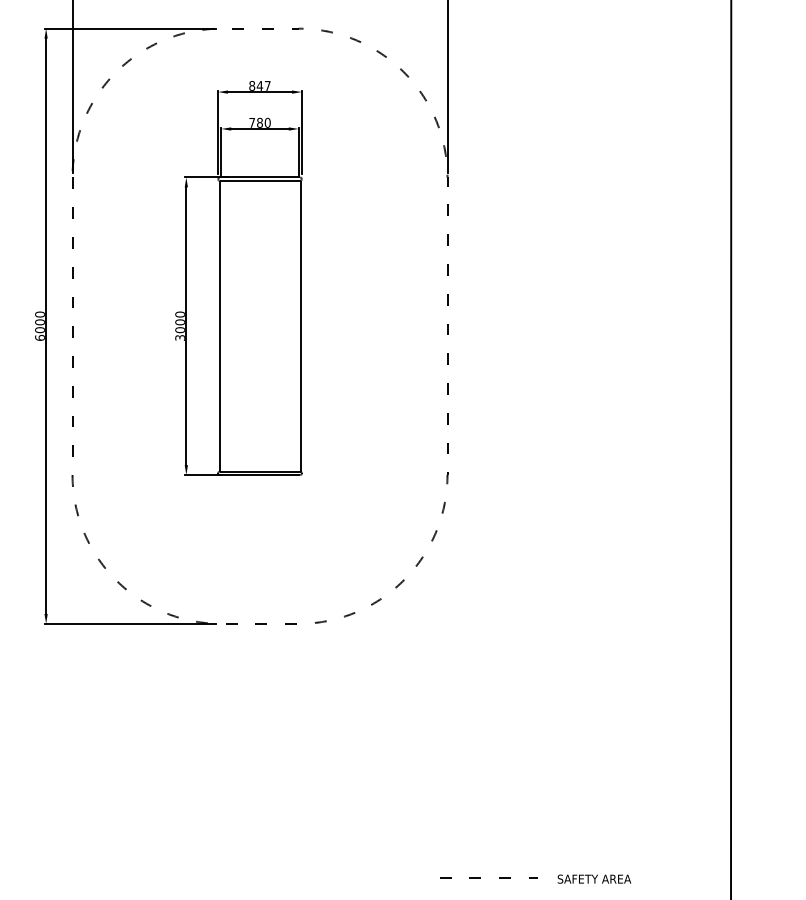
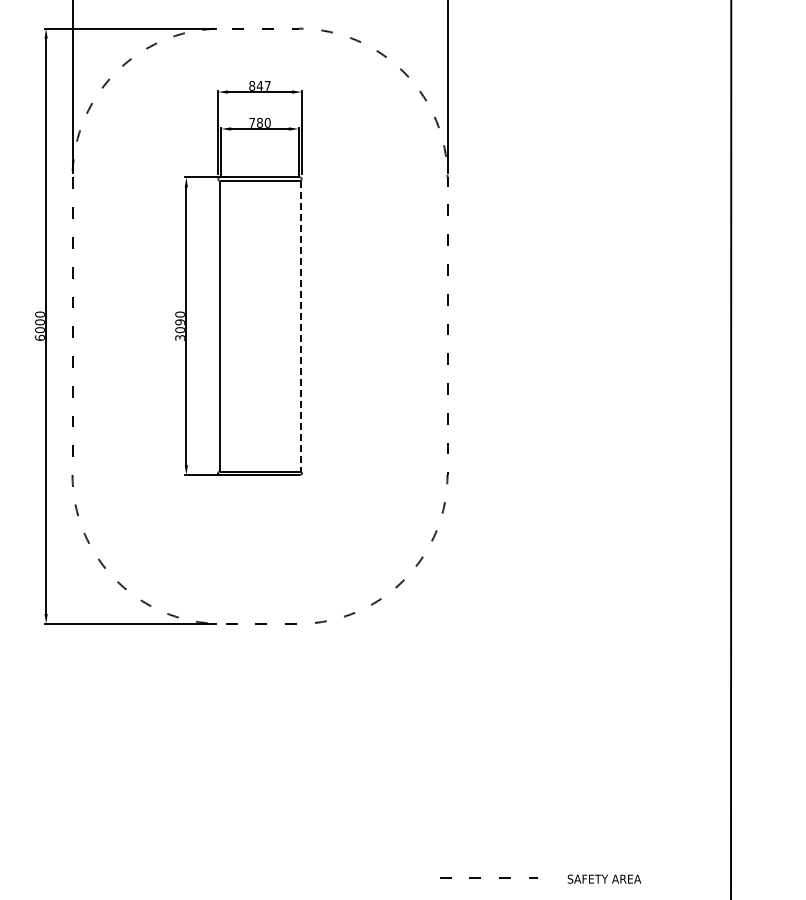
text at (179, 322): 3000 -> 3090
line at (300, 326): solid -> dashed
text at (594, 878) position: (594, 878) -> (604, 878)
